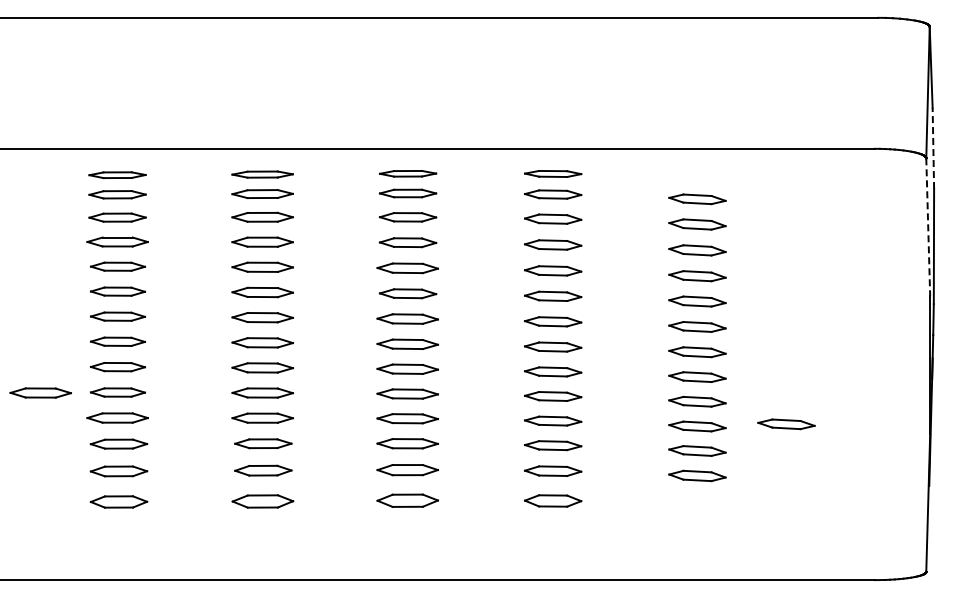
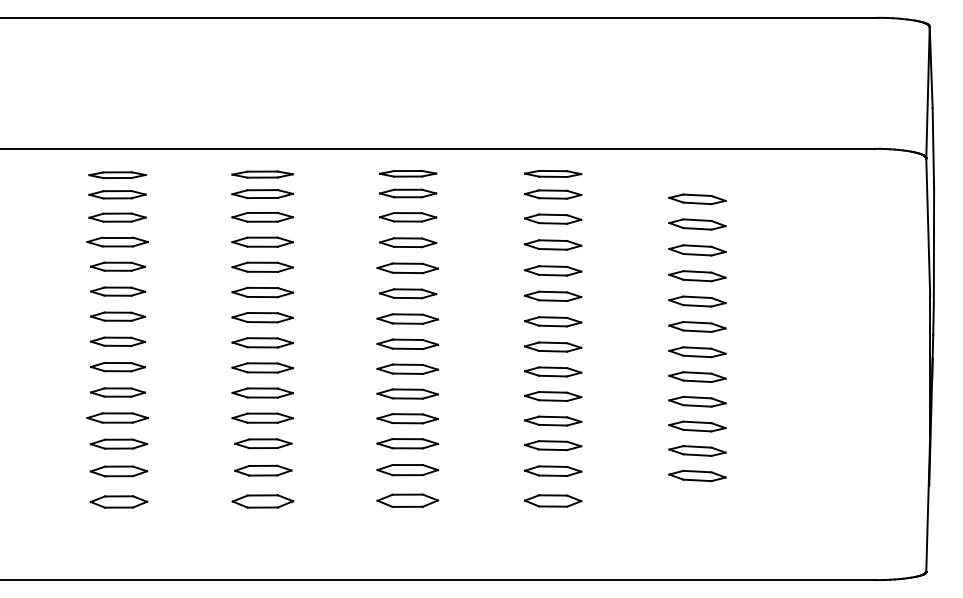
line at (933, 148): dashed -> solid
line at (928, 227): dashed -> solid
part at (40, 392): present -> none
part at (786, 424): present -> none
